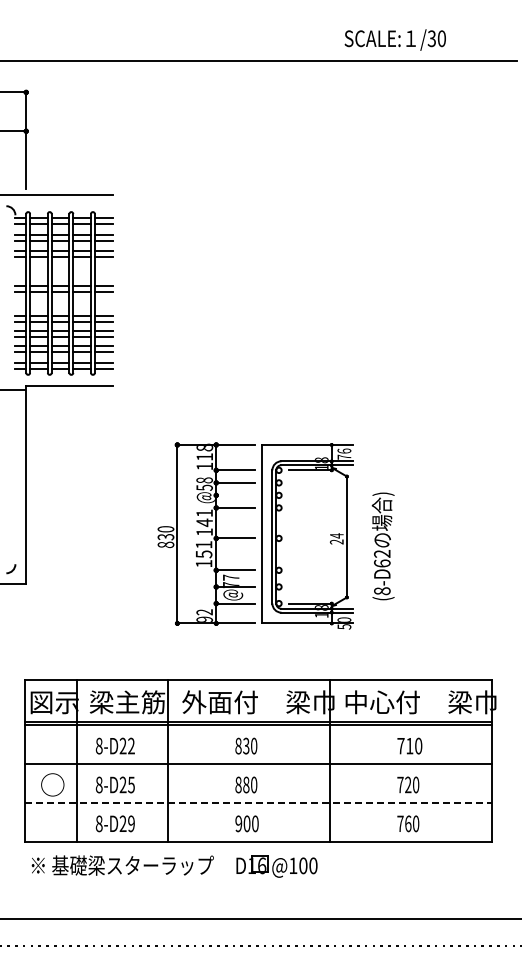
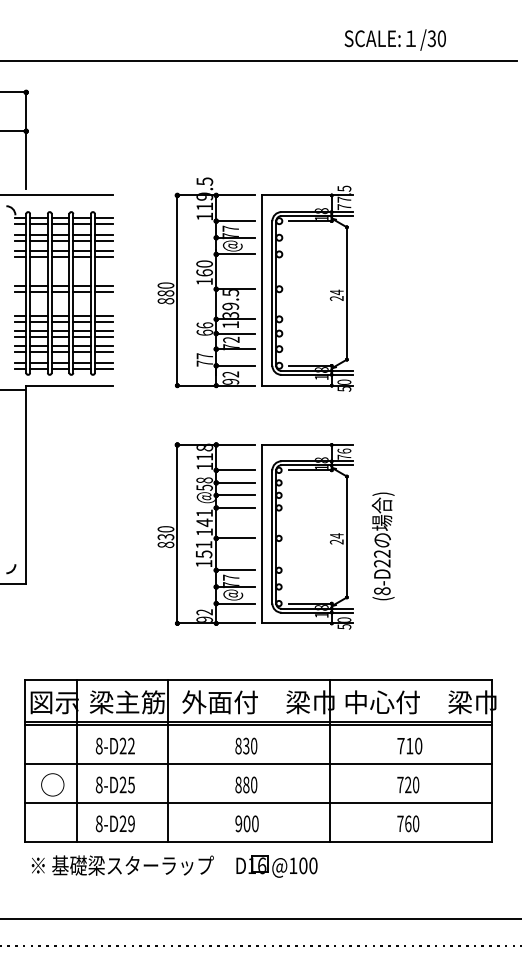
part at (255, 284): none -> present
line at (235, 495): none -> present
text at (382, 563): (8-D62 -> (8-D22
line at (259, 802): dashed -> solid
